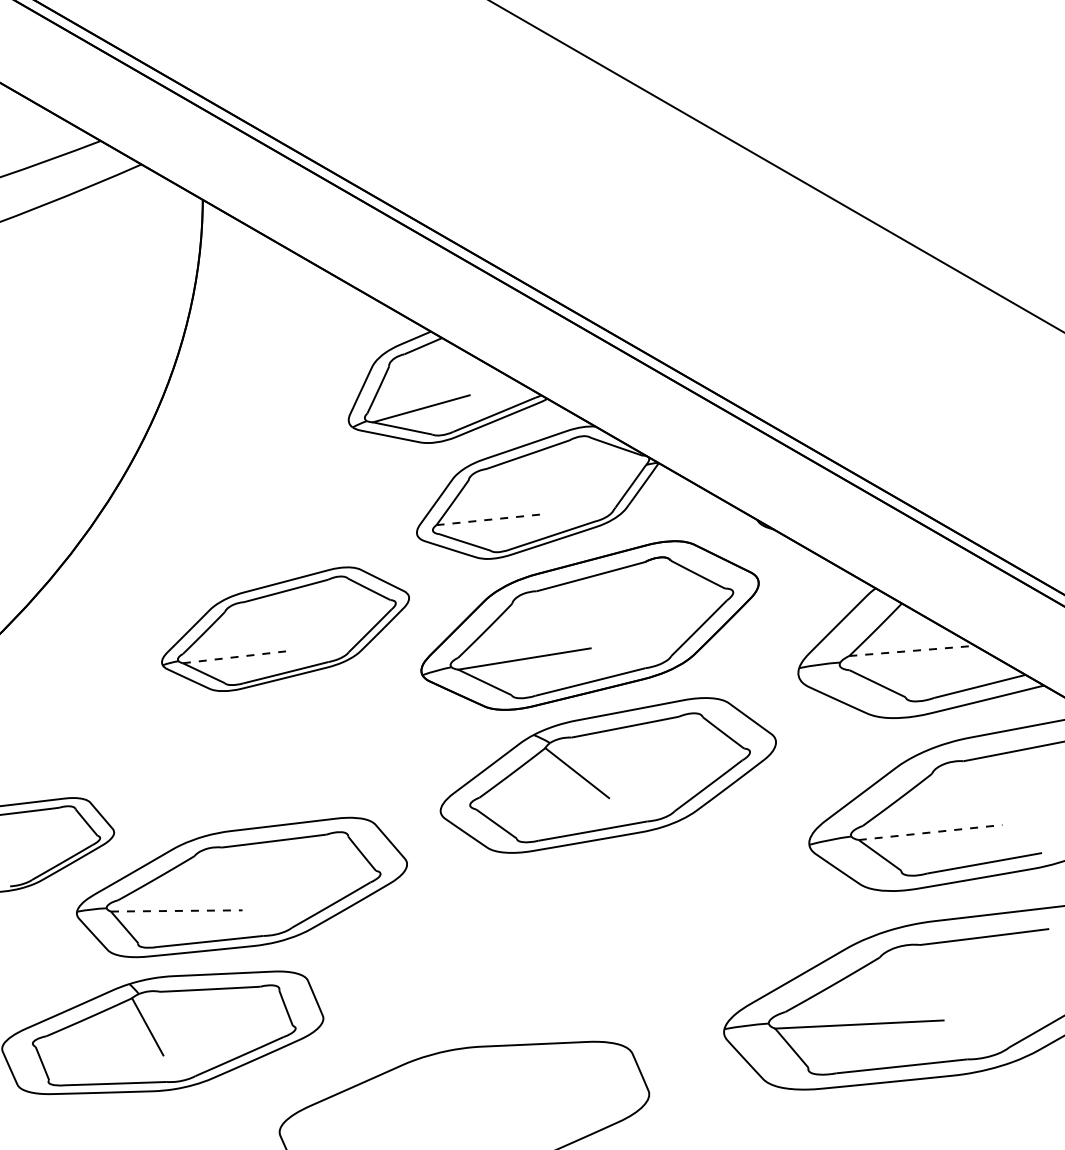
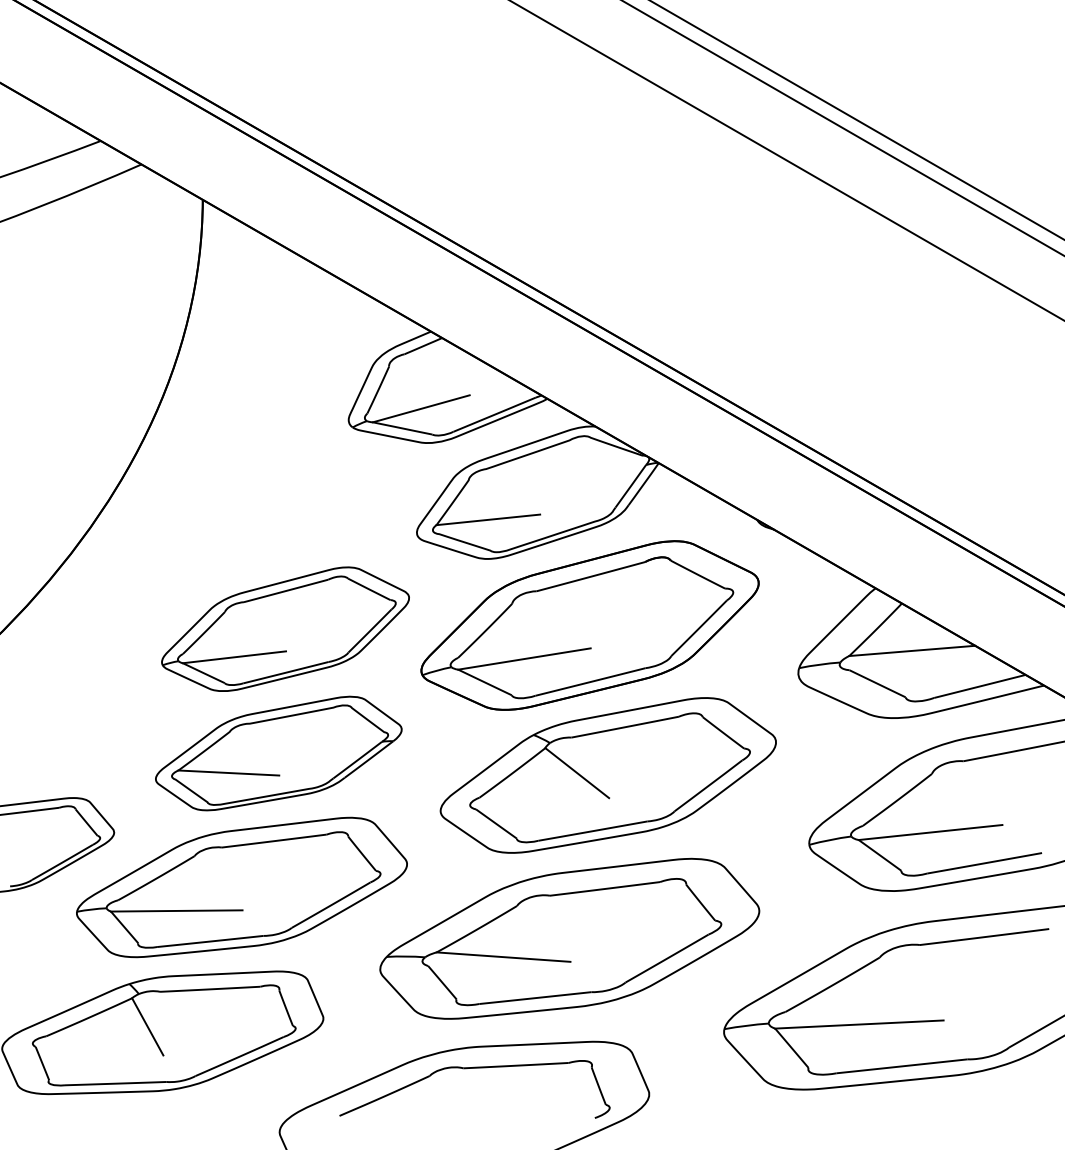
line at (856, 120): none -> present
line at (842, 128): none -> present
line at (776, 166) position: (776, 166) -> (786, 160)
line at (488, 519): dashed -> solid
line at (912, 650): dashed -> solid
line at (234, 657): dashed -> solid
part at (278, 753): none -> present
line at (931, 832): dashed -> solid
line at (176, 910): dashed -> solid
part at (569, 938): none -> present
part at (474, 1068): none -> present
